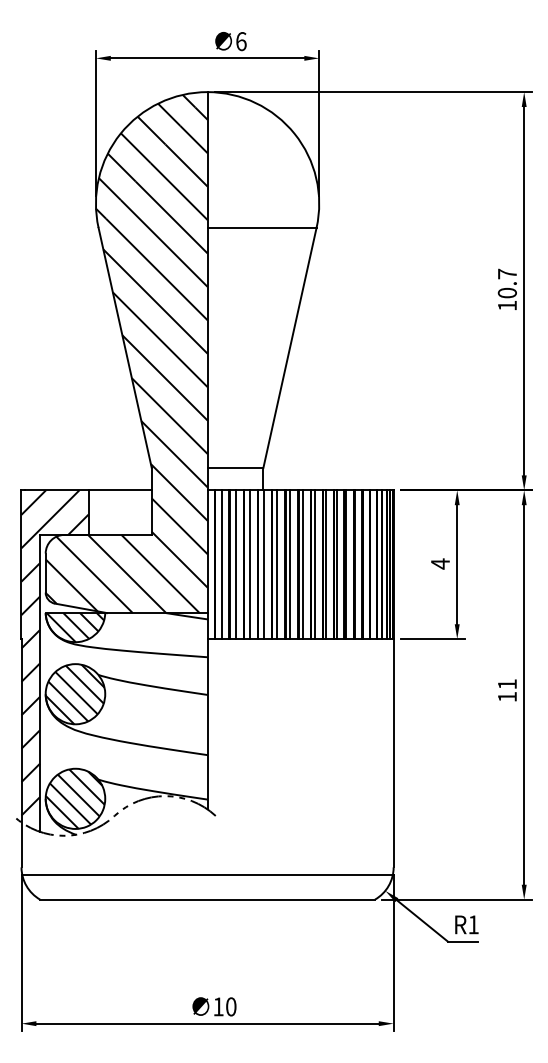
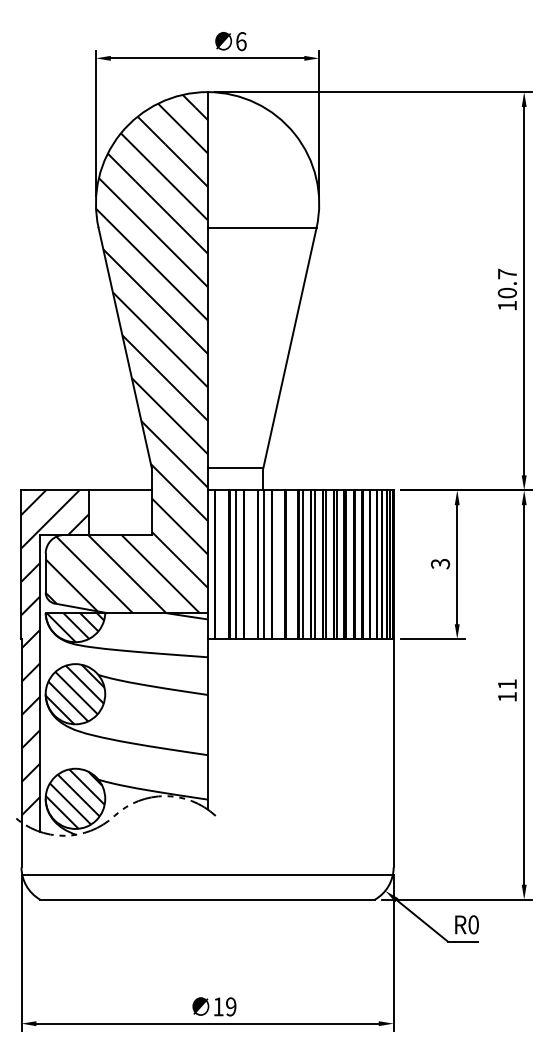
text at (440, 563): 4 -> 3
line at (221, 564): present -> none
line at (250, 564): present -> none
line at (277, 564): present -> none
line at (290, 564): present -> none
text at (473, 924): R1 -> R0
text at (231, 1006): 10 -> 19
